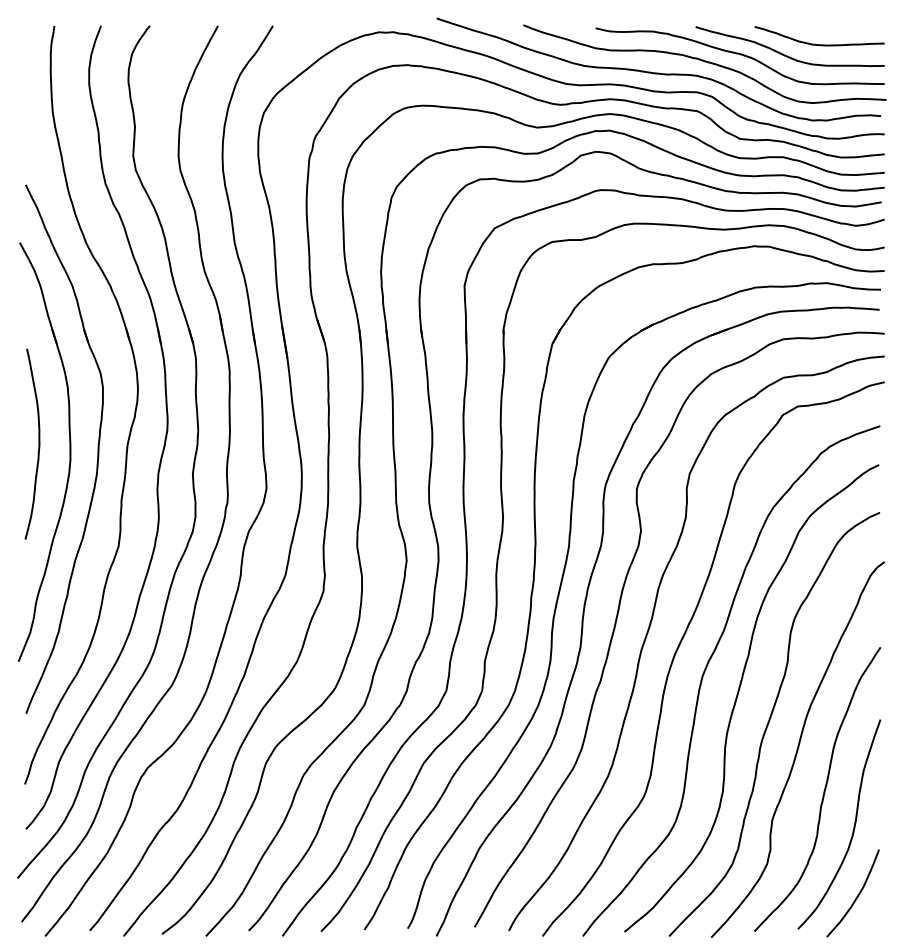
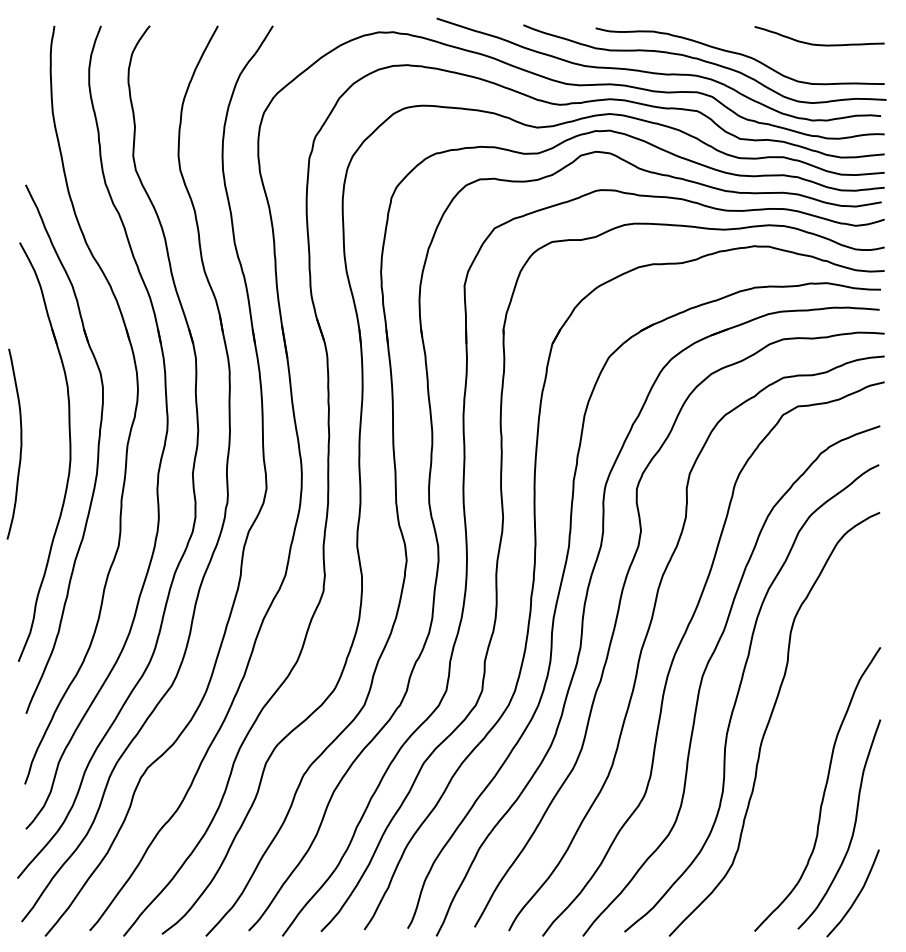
curve at (785, 54): present -> none
curve at (38, 443) position: (38, 443) -> (20, 443)
curve at (797, 749): present -> none
